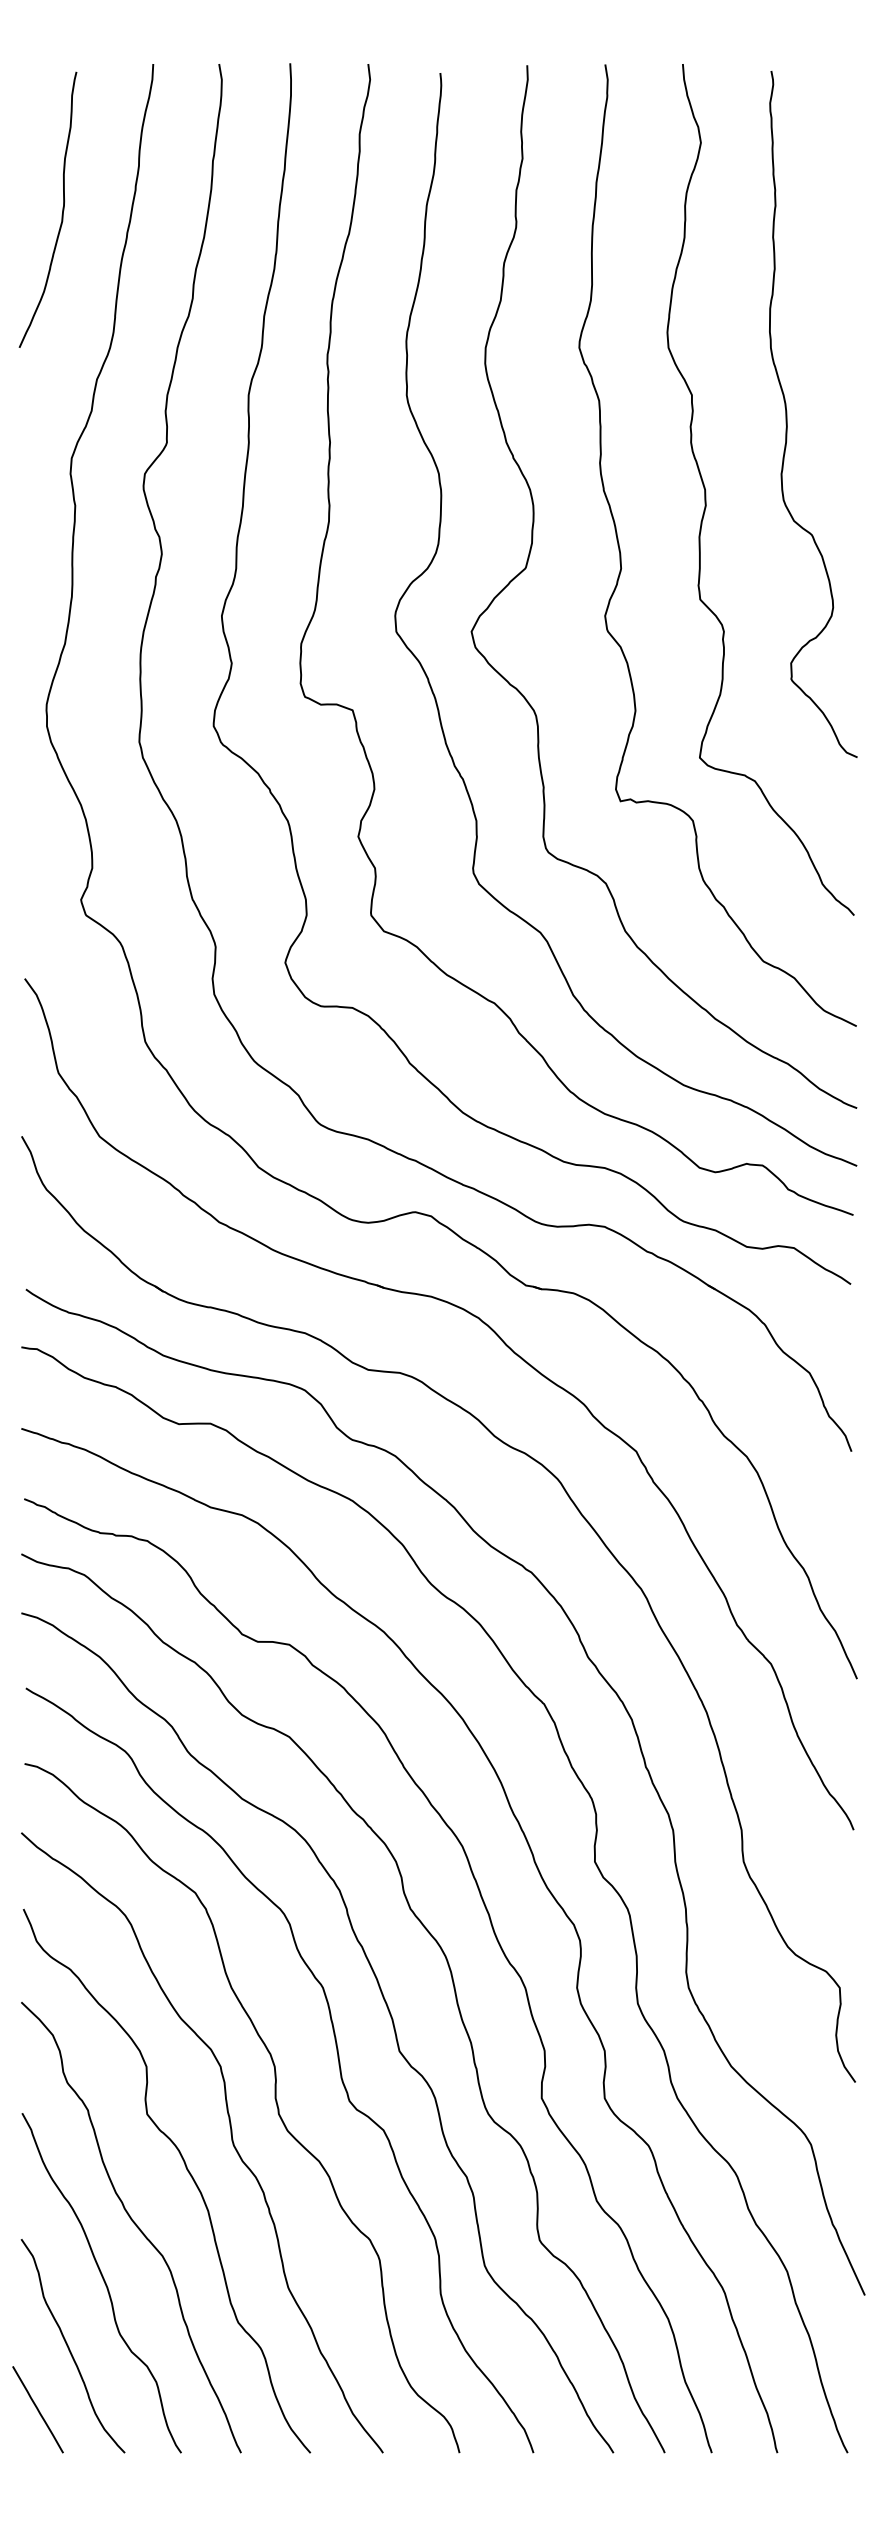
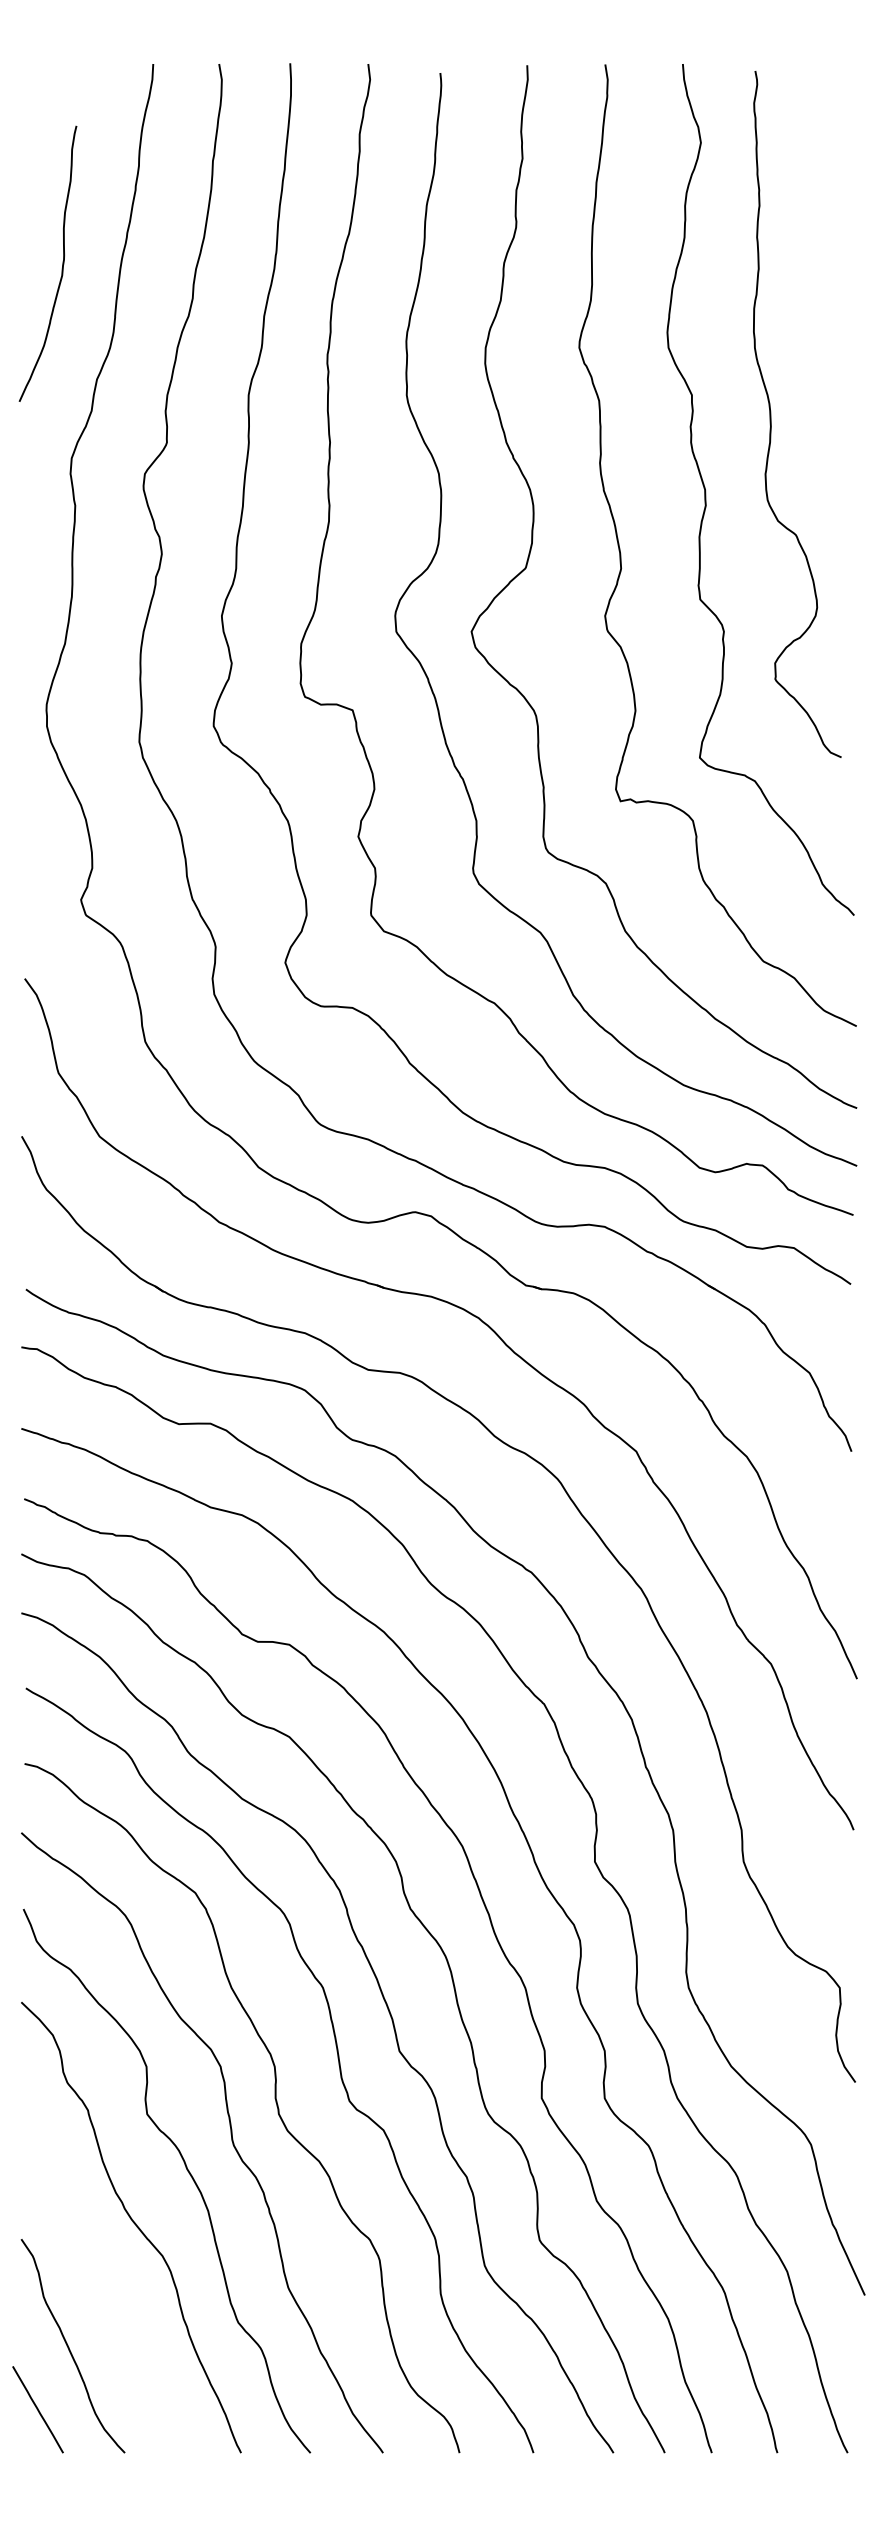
curve at (61, 214) position: (61, 214) -> (61, 268)
curve at (787, 414) position: (787, 414) -> (771, 414)
curve at (103, 2281): present -> none
